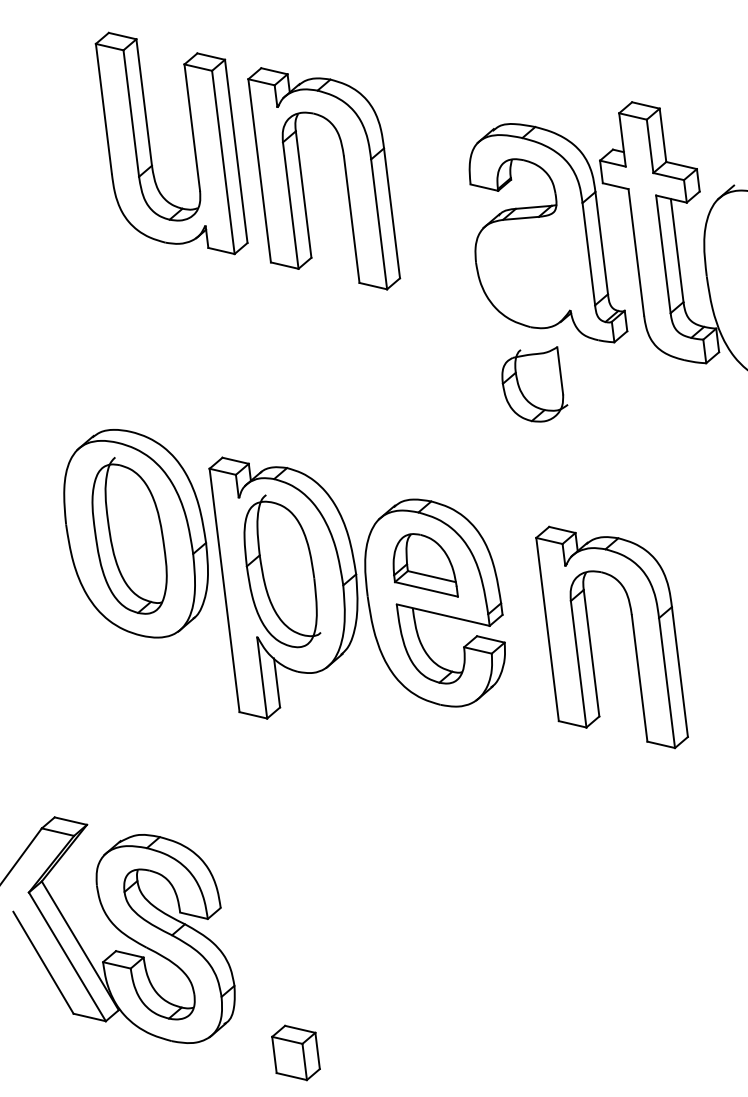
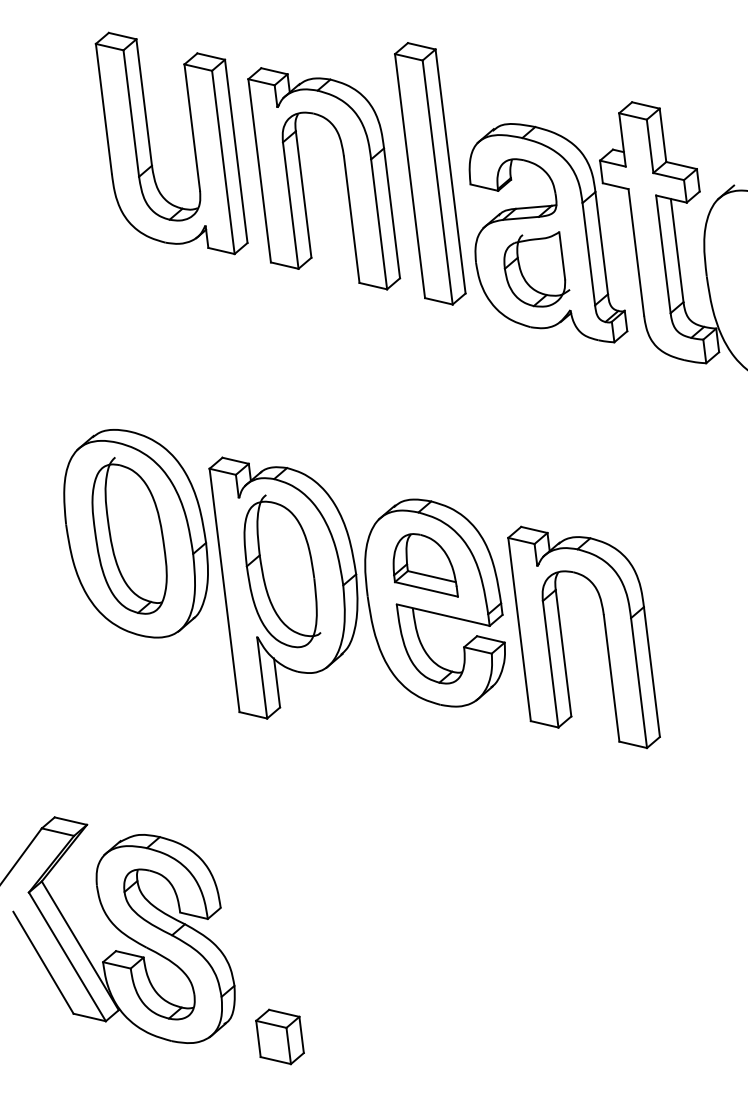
part at (430, 173): none -> present
part at (534, 384) position: (534, 384) -> (536, 269)
part at (591, 642) position: (591, 642) -> (563, 642)
part at (295, 1052) position: (295, 1052) -> (279, 1036)
